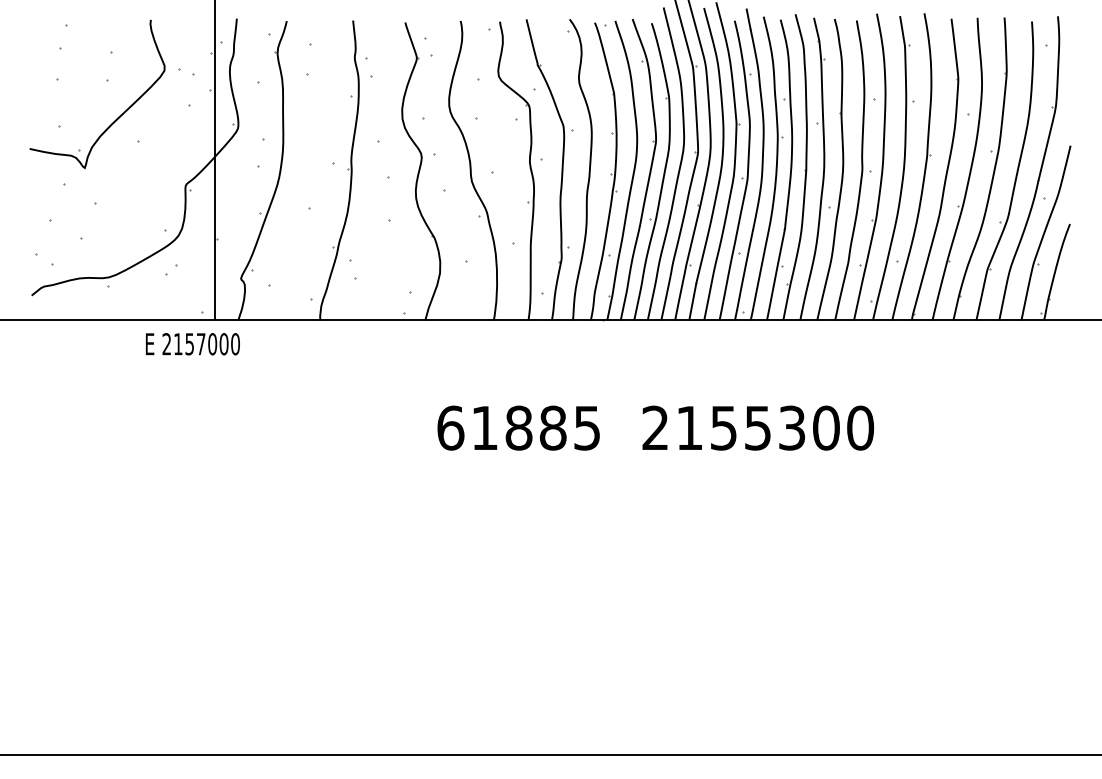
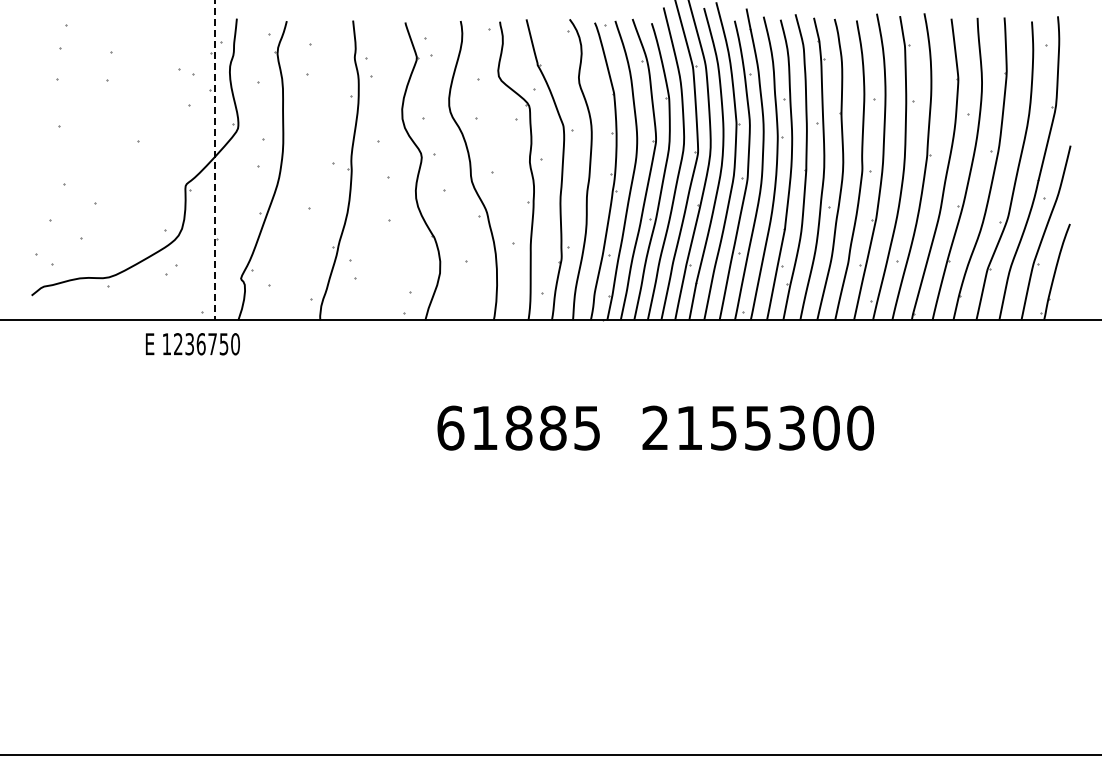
part at (119, 115): present -> none
line at (215, 160): solid -> dashed
text at (195, 344): 2157000 -> 1236750
